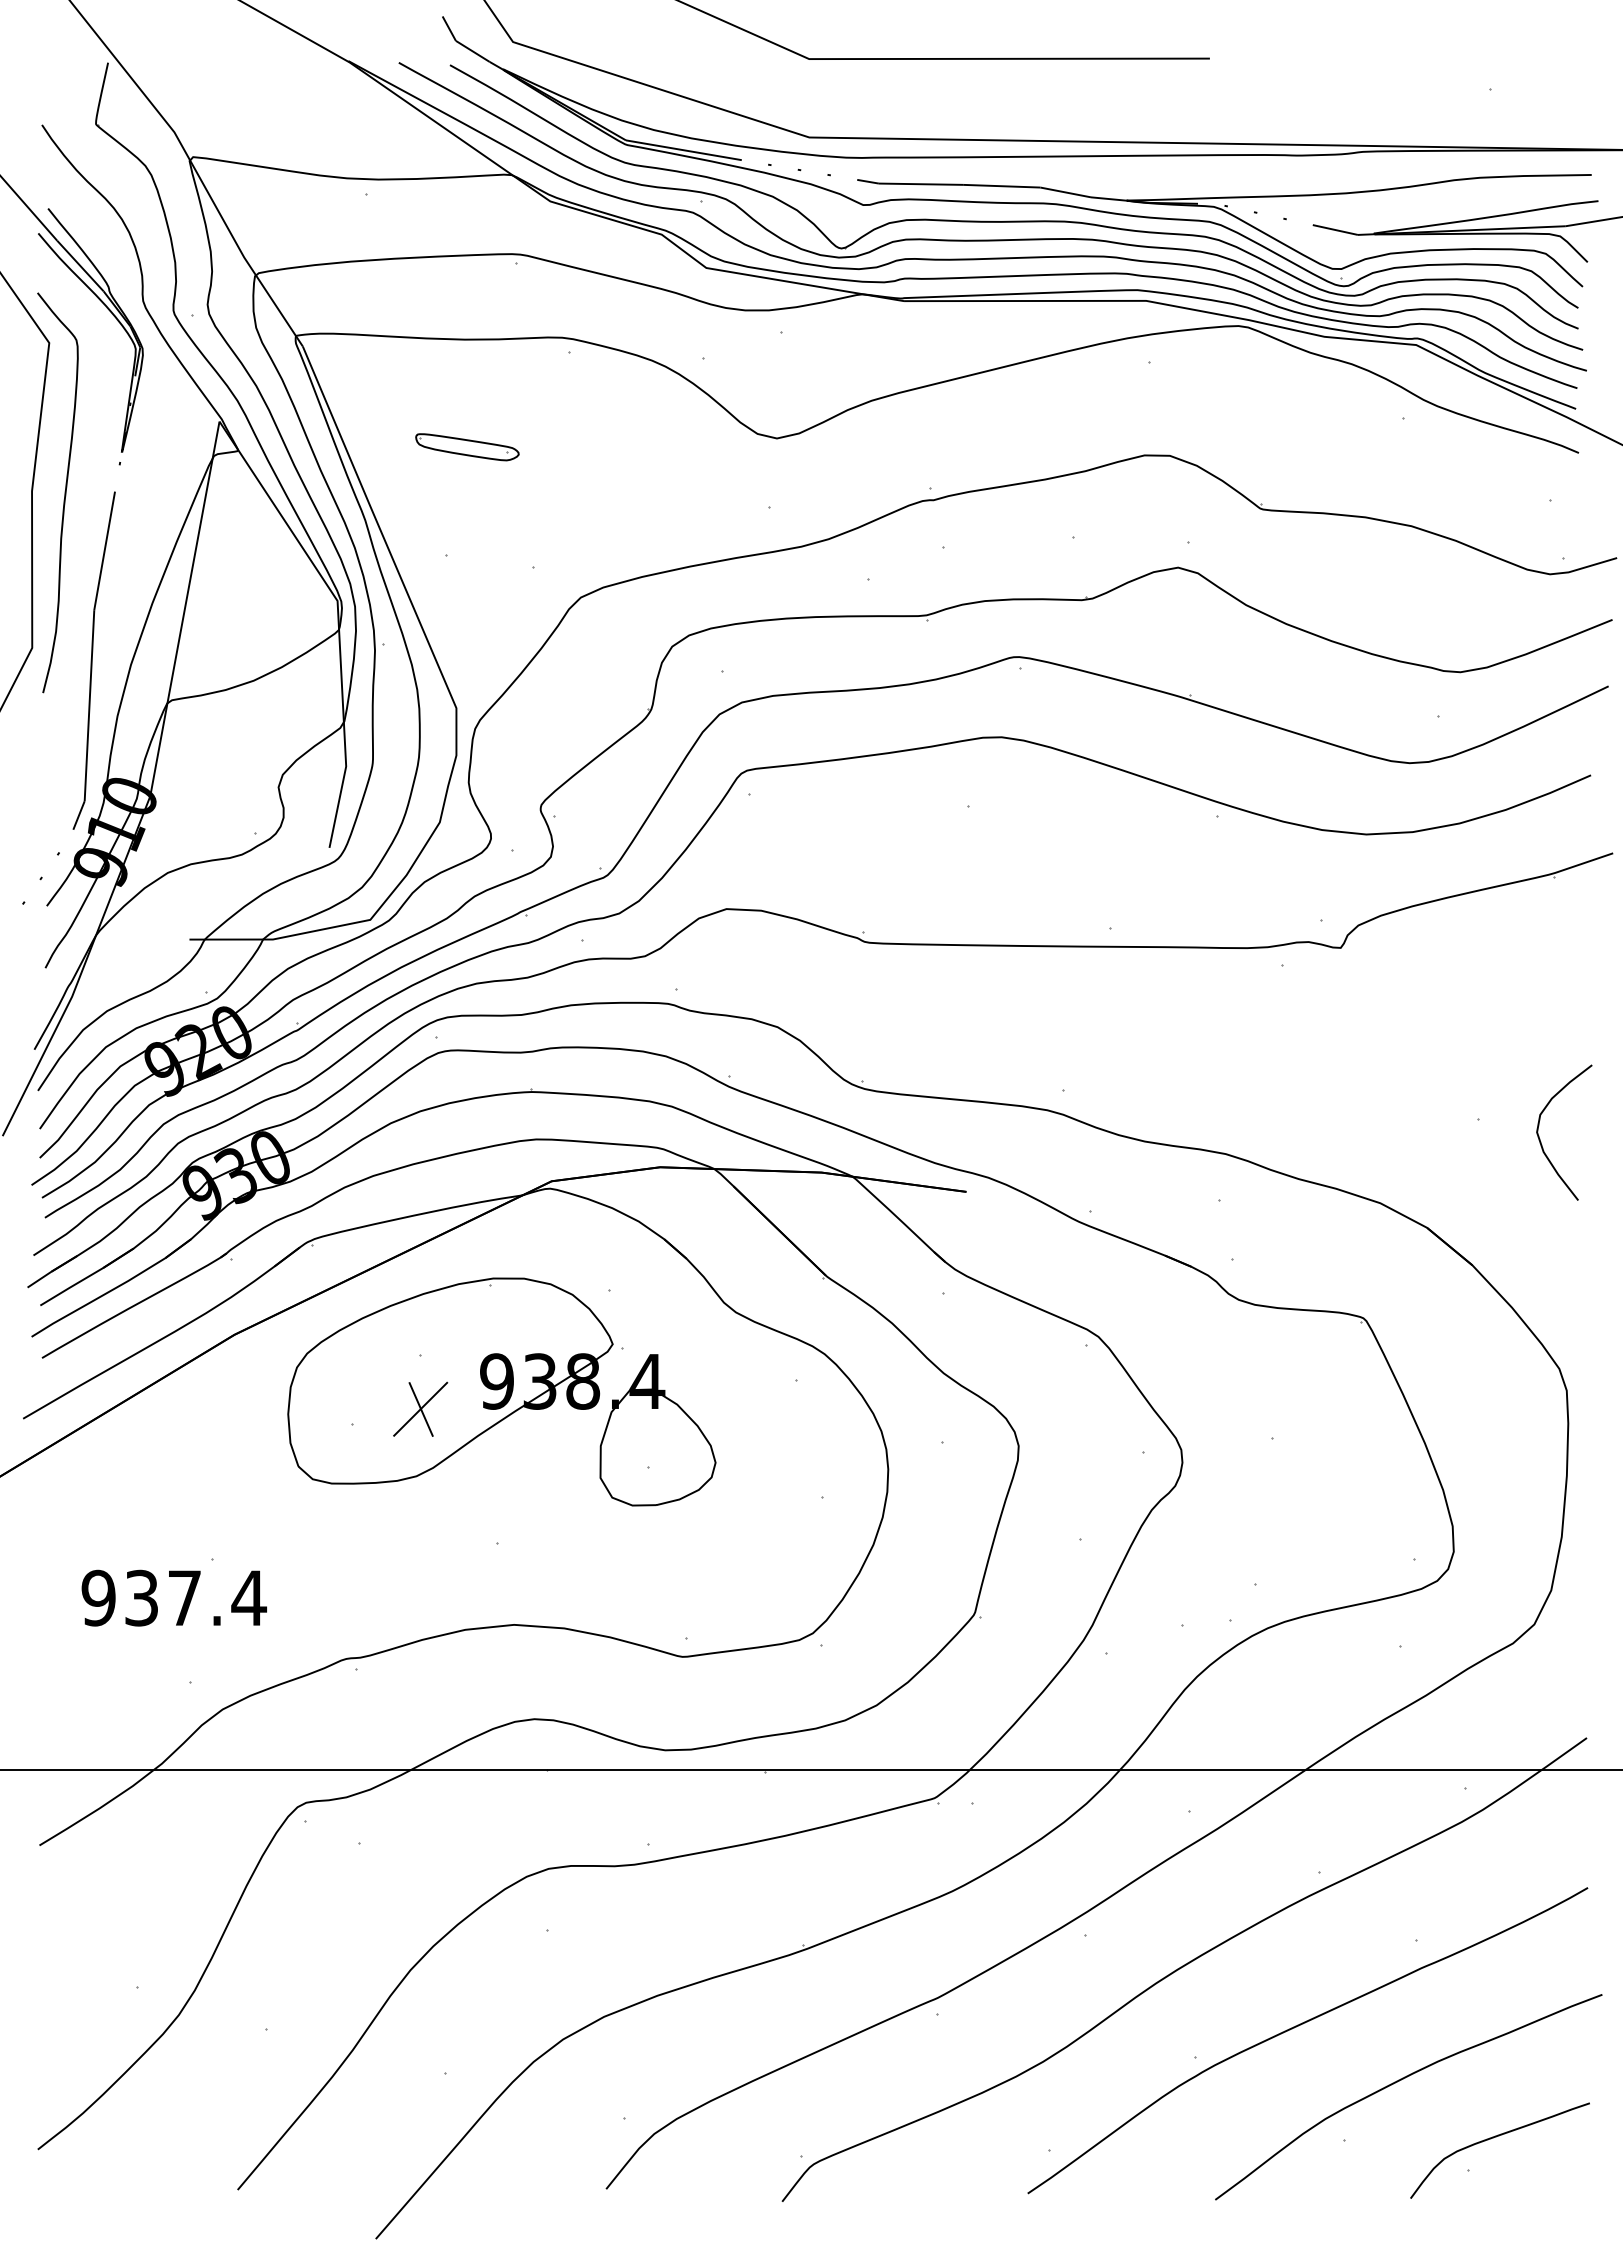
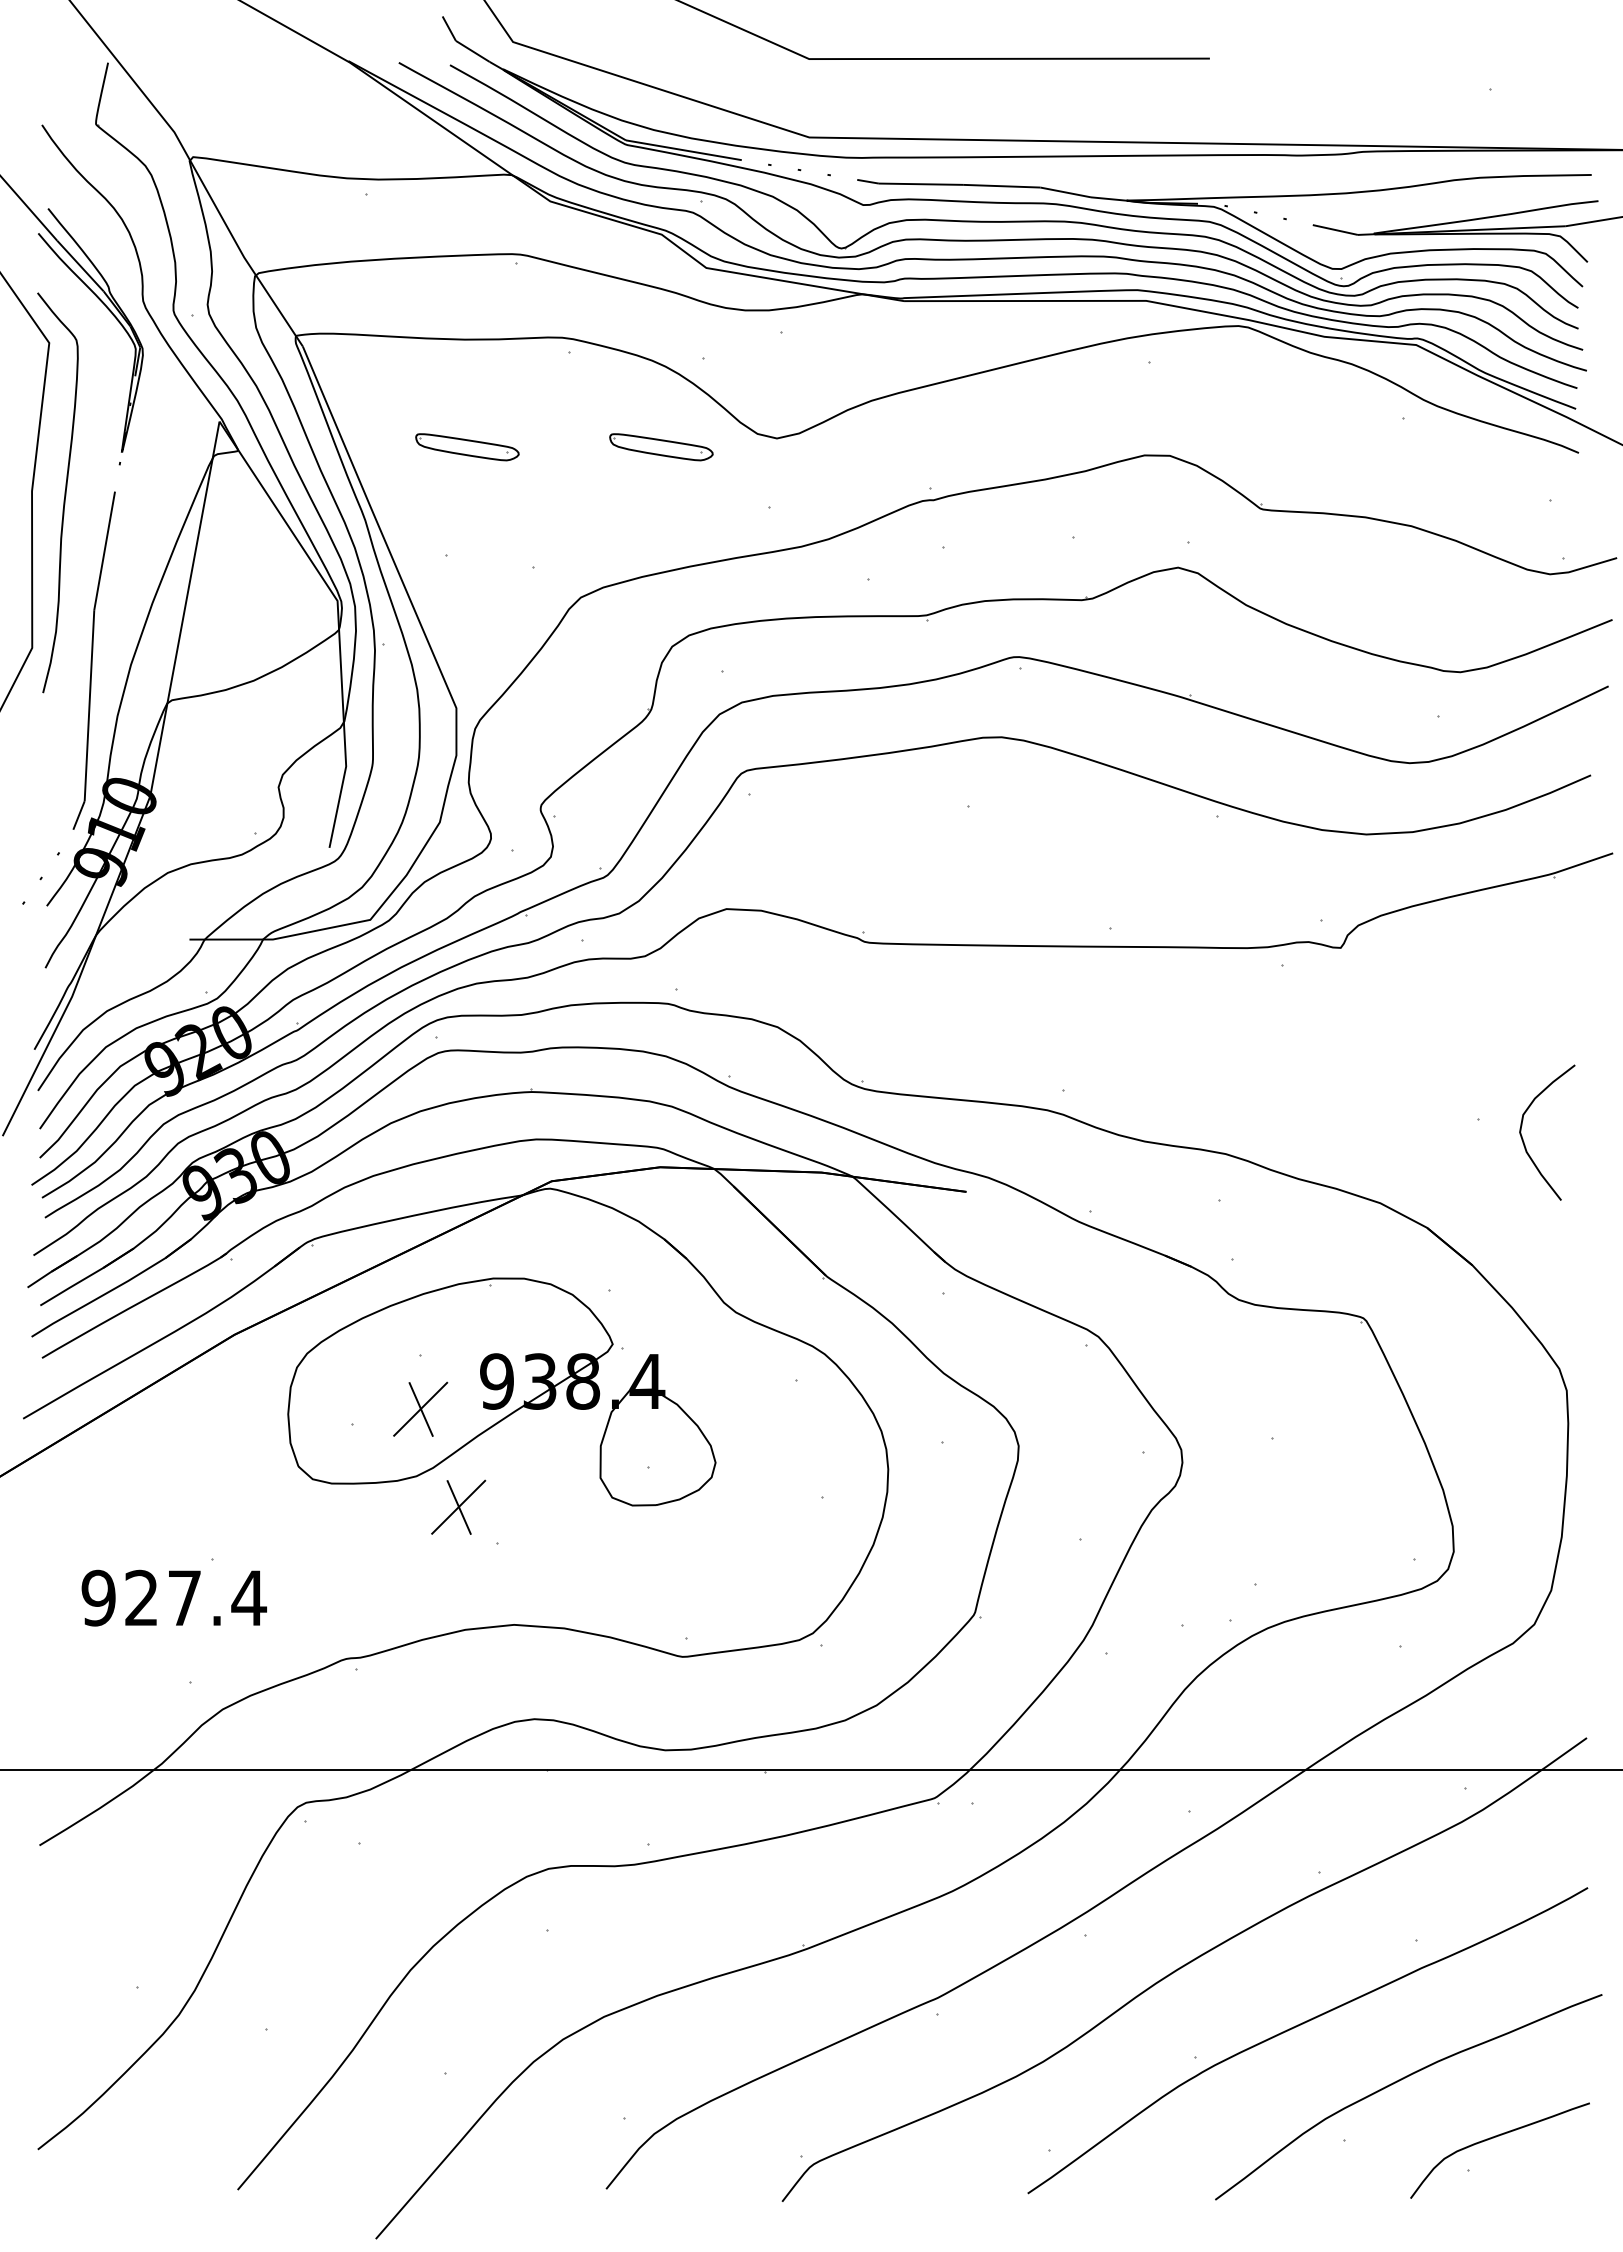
part at (661, 447): none -> present
curve at (1541, 1141) position: (1541, 1141) -> (1524, 1141)
part at (458, 1506): none -> present
text at (141, 1598): 937.4 -> 927.4
